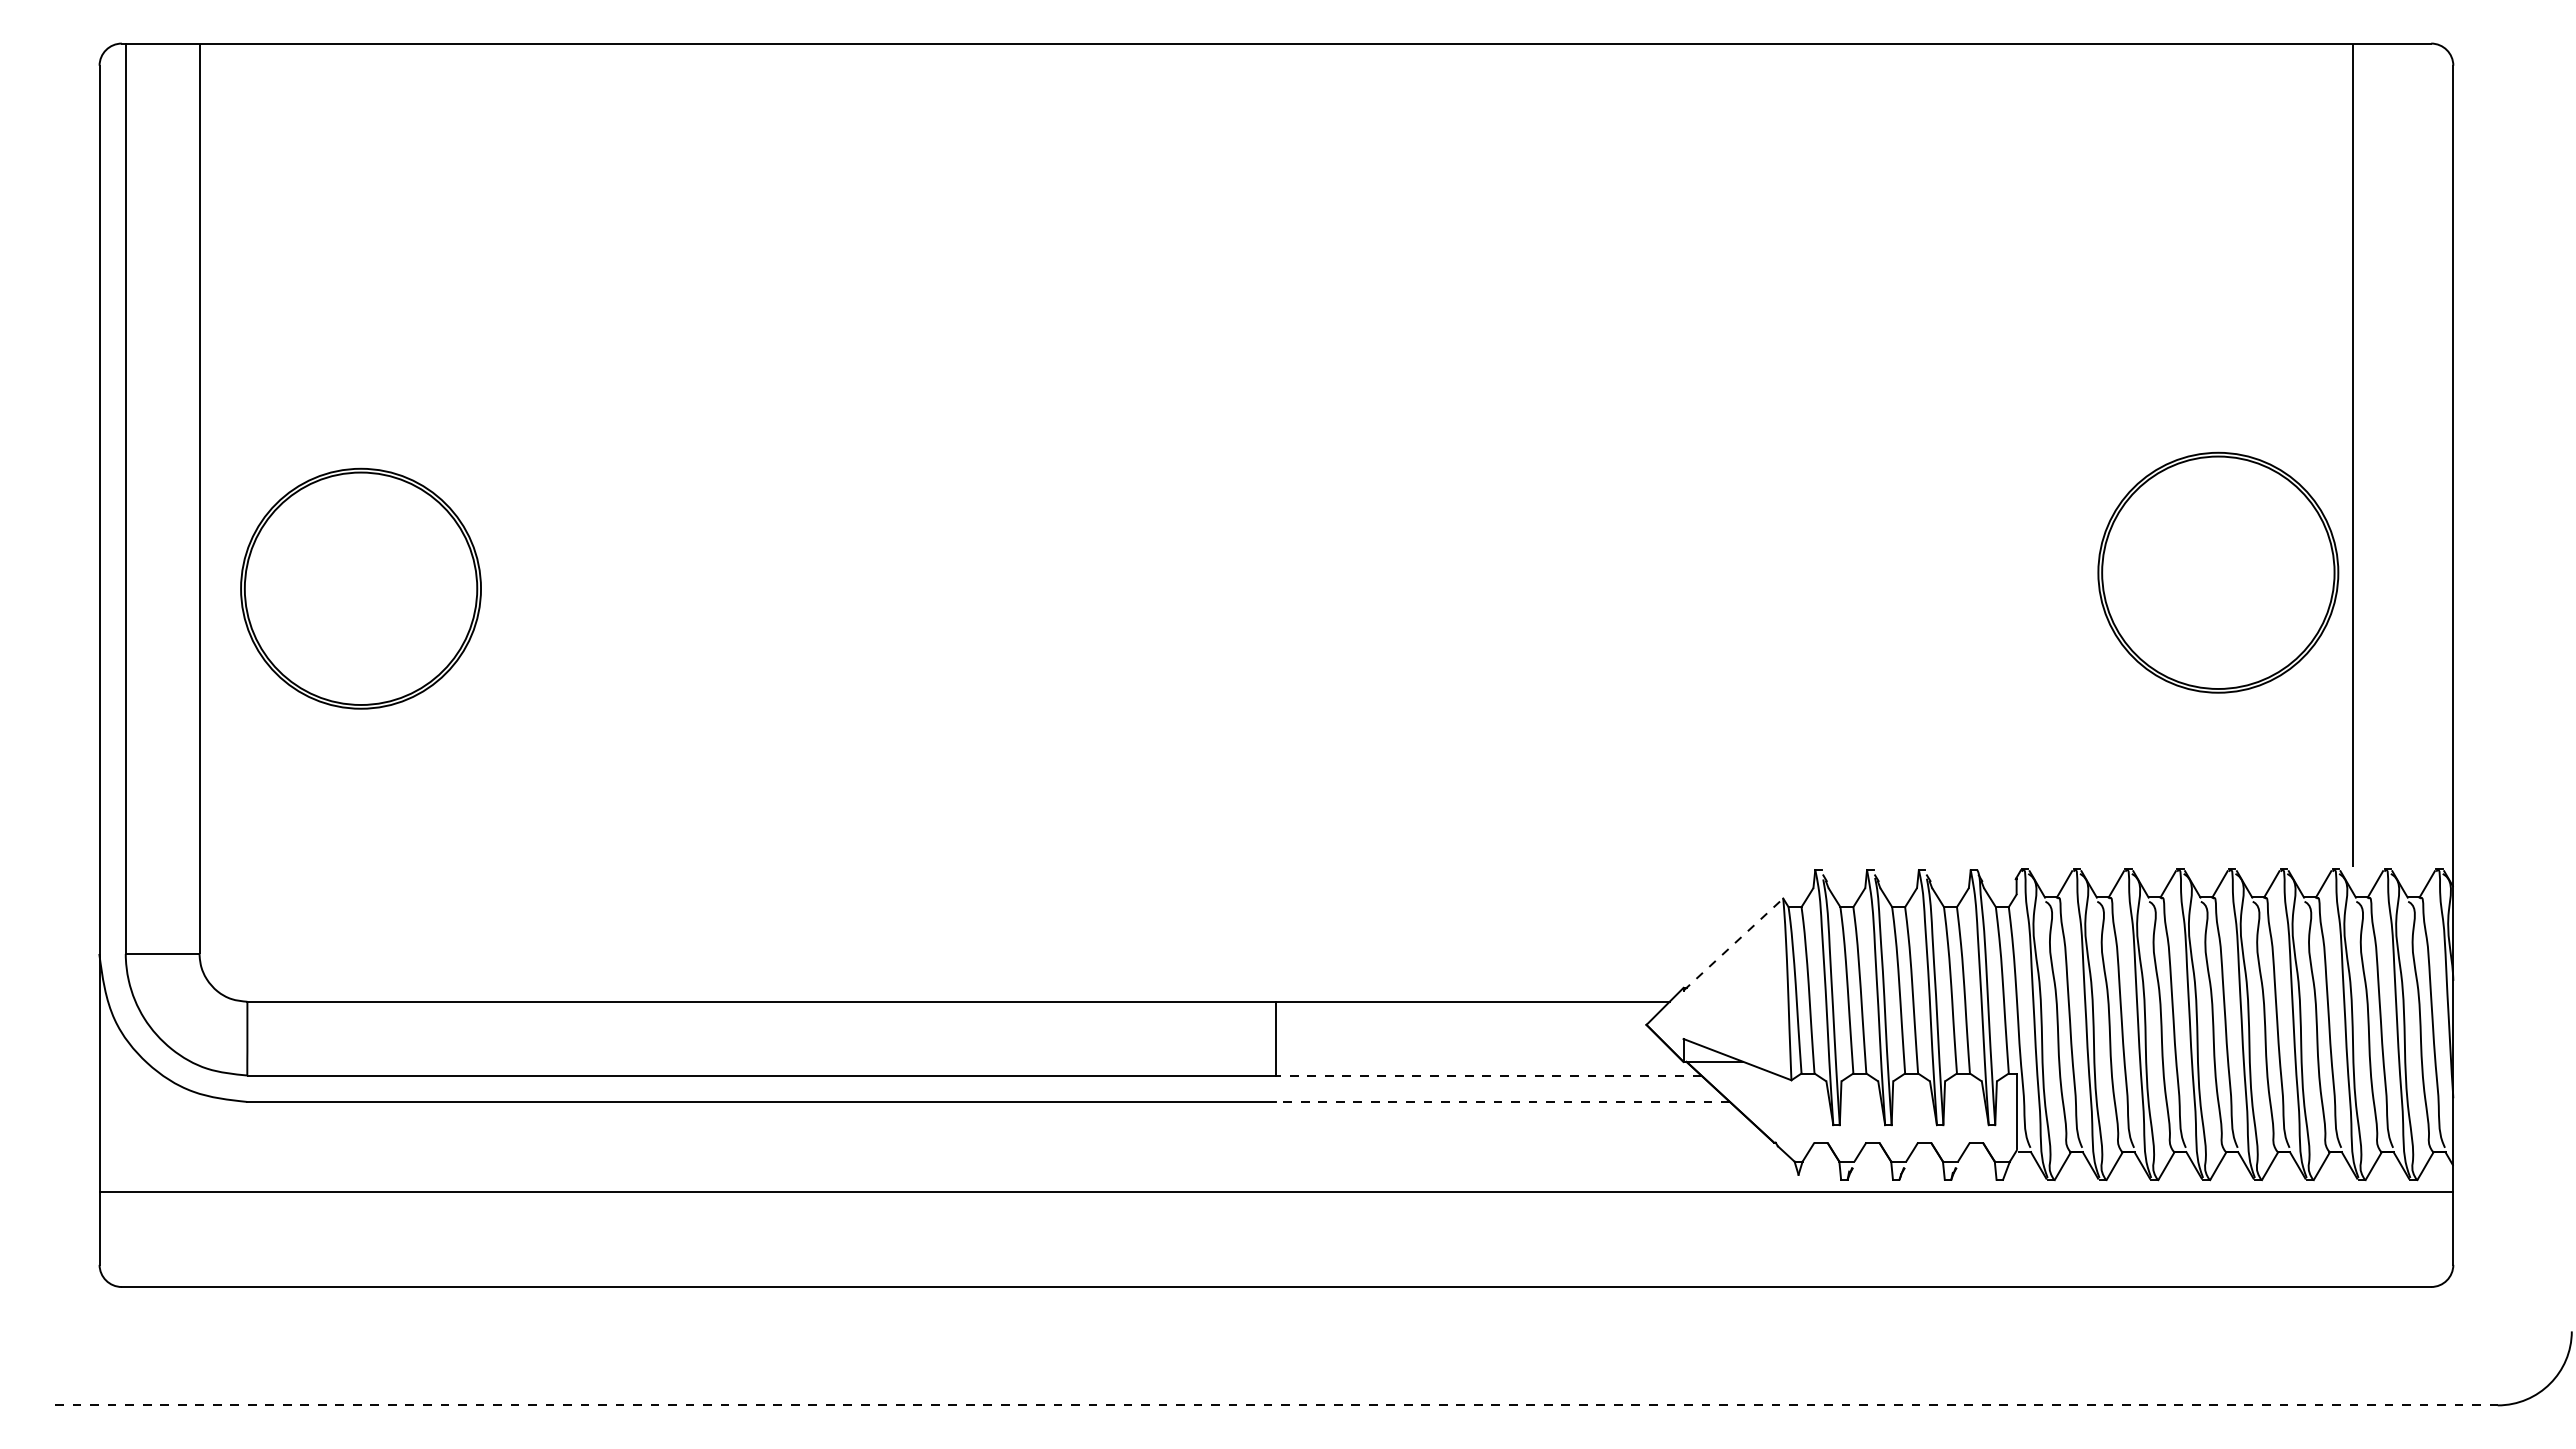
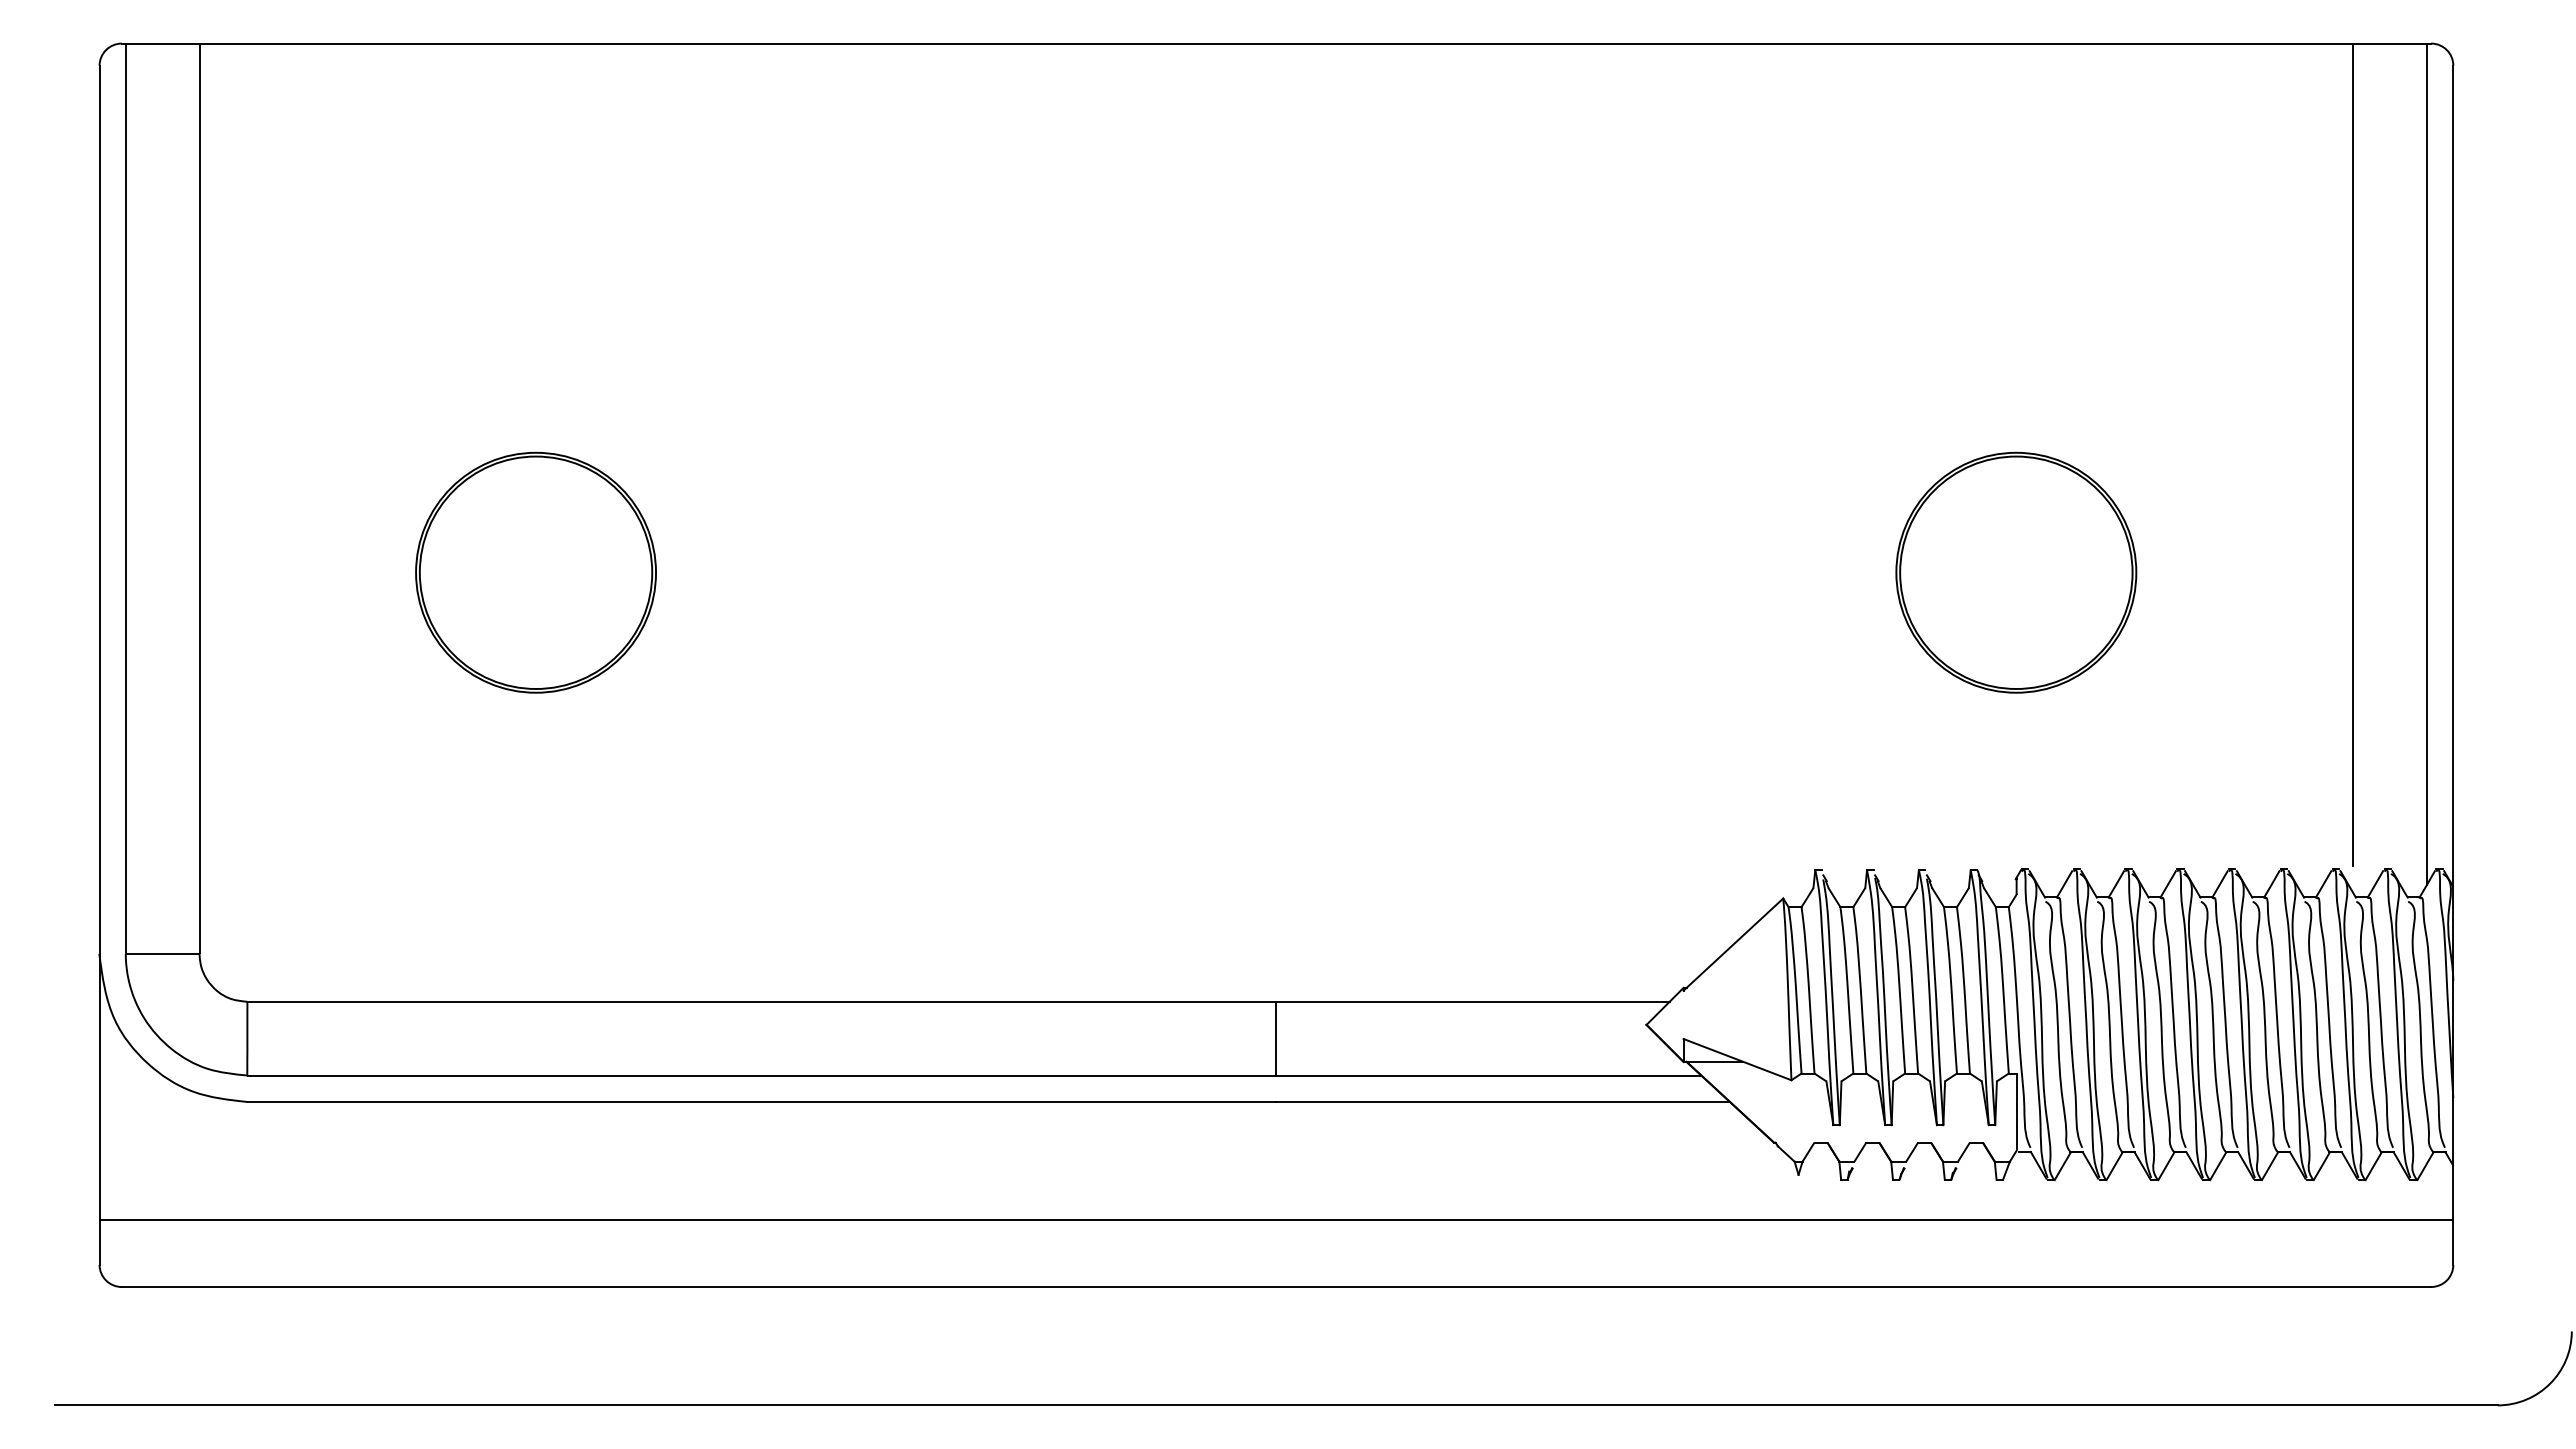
line at (2426, 464): none -> present
part at (2218, 572) position: (2218, 572) -> (2016, 572)
part at (360, 588) position: (360, 588) -> (535, 572)
line at (1733, 944): dashed -> solid
line at (1488, 1075): dashed -> solid
line at (1503, 1101): dashed -> solid
line at (1276, 1192) position: (1276, 1192) -> (1276, 1220)
line at (1276, 1405): dashed -> solid
